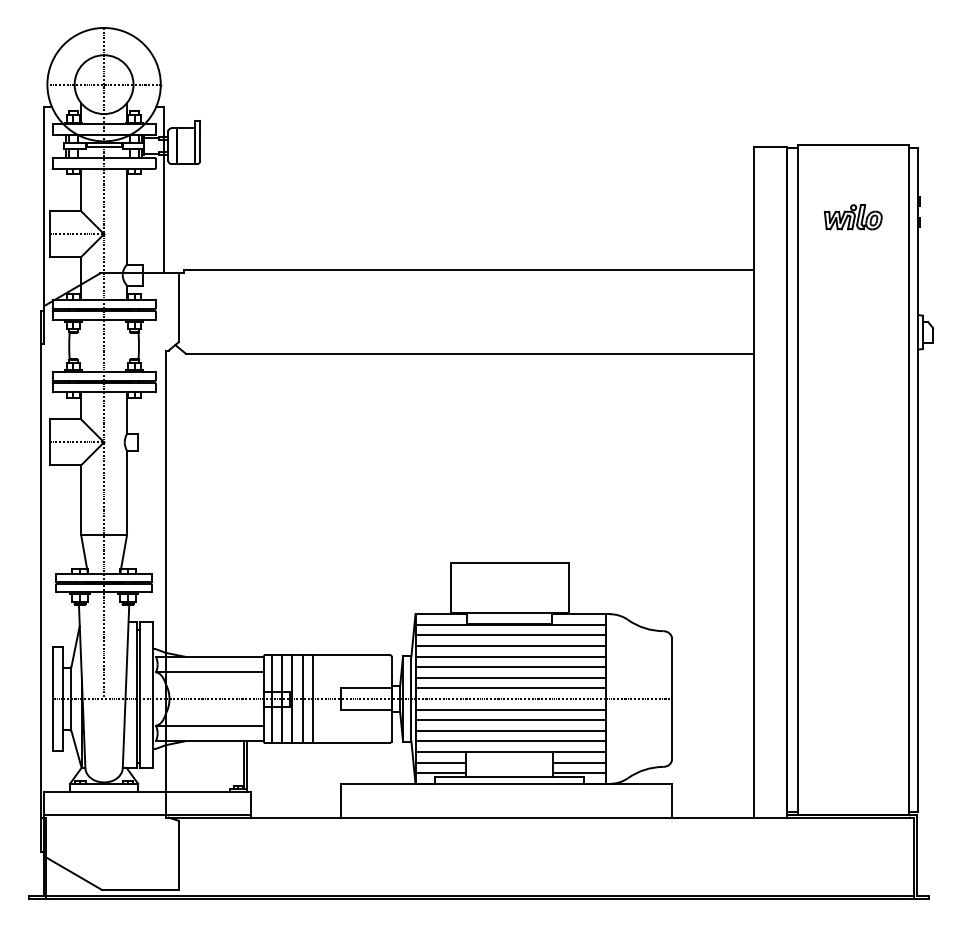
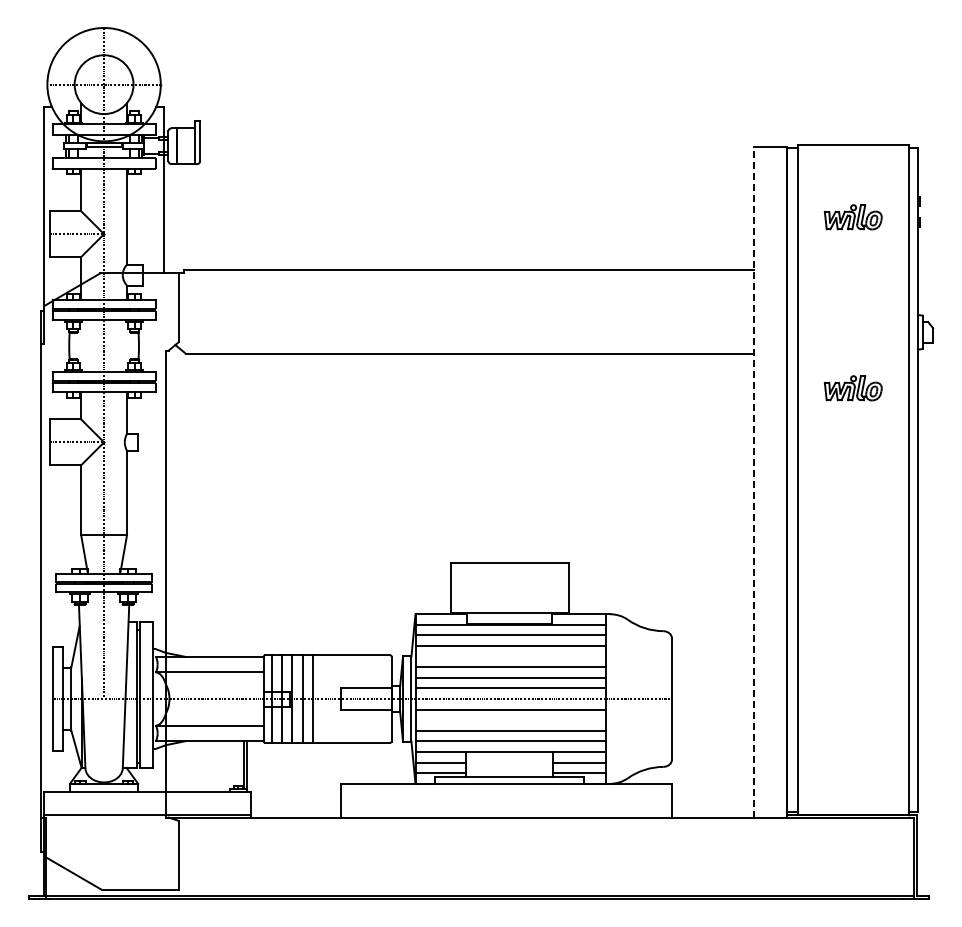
part at (852, 388): none -> present
line at (753, 482): solid -> dashed
line at (510, 656): present -> none
line at (510, 720): present -> none
